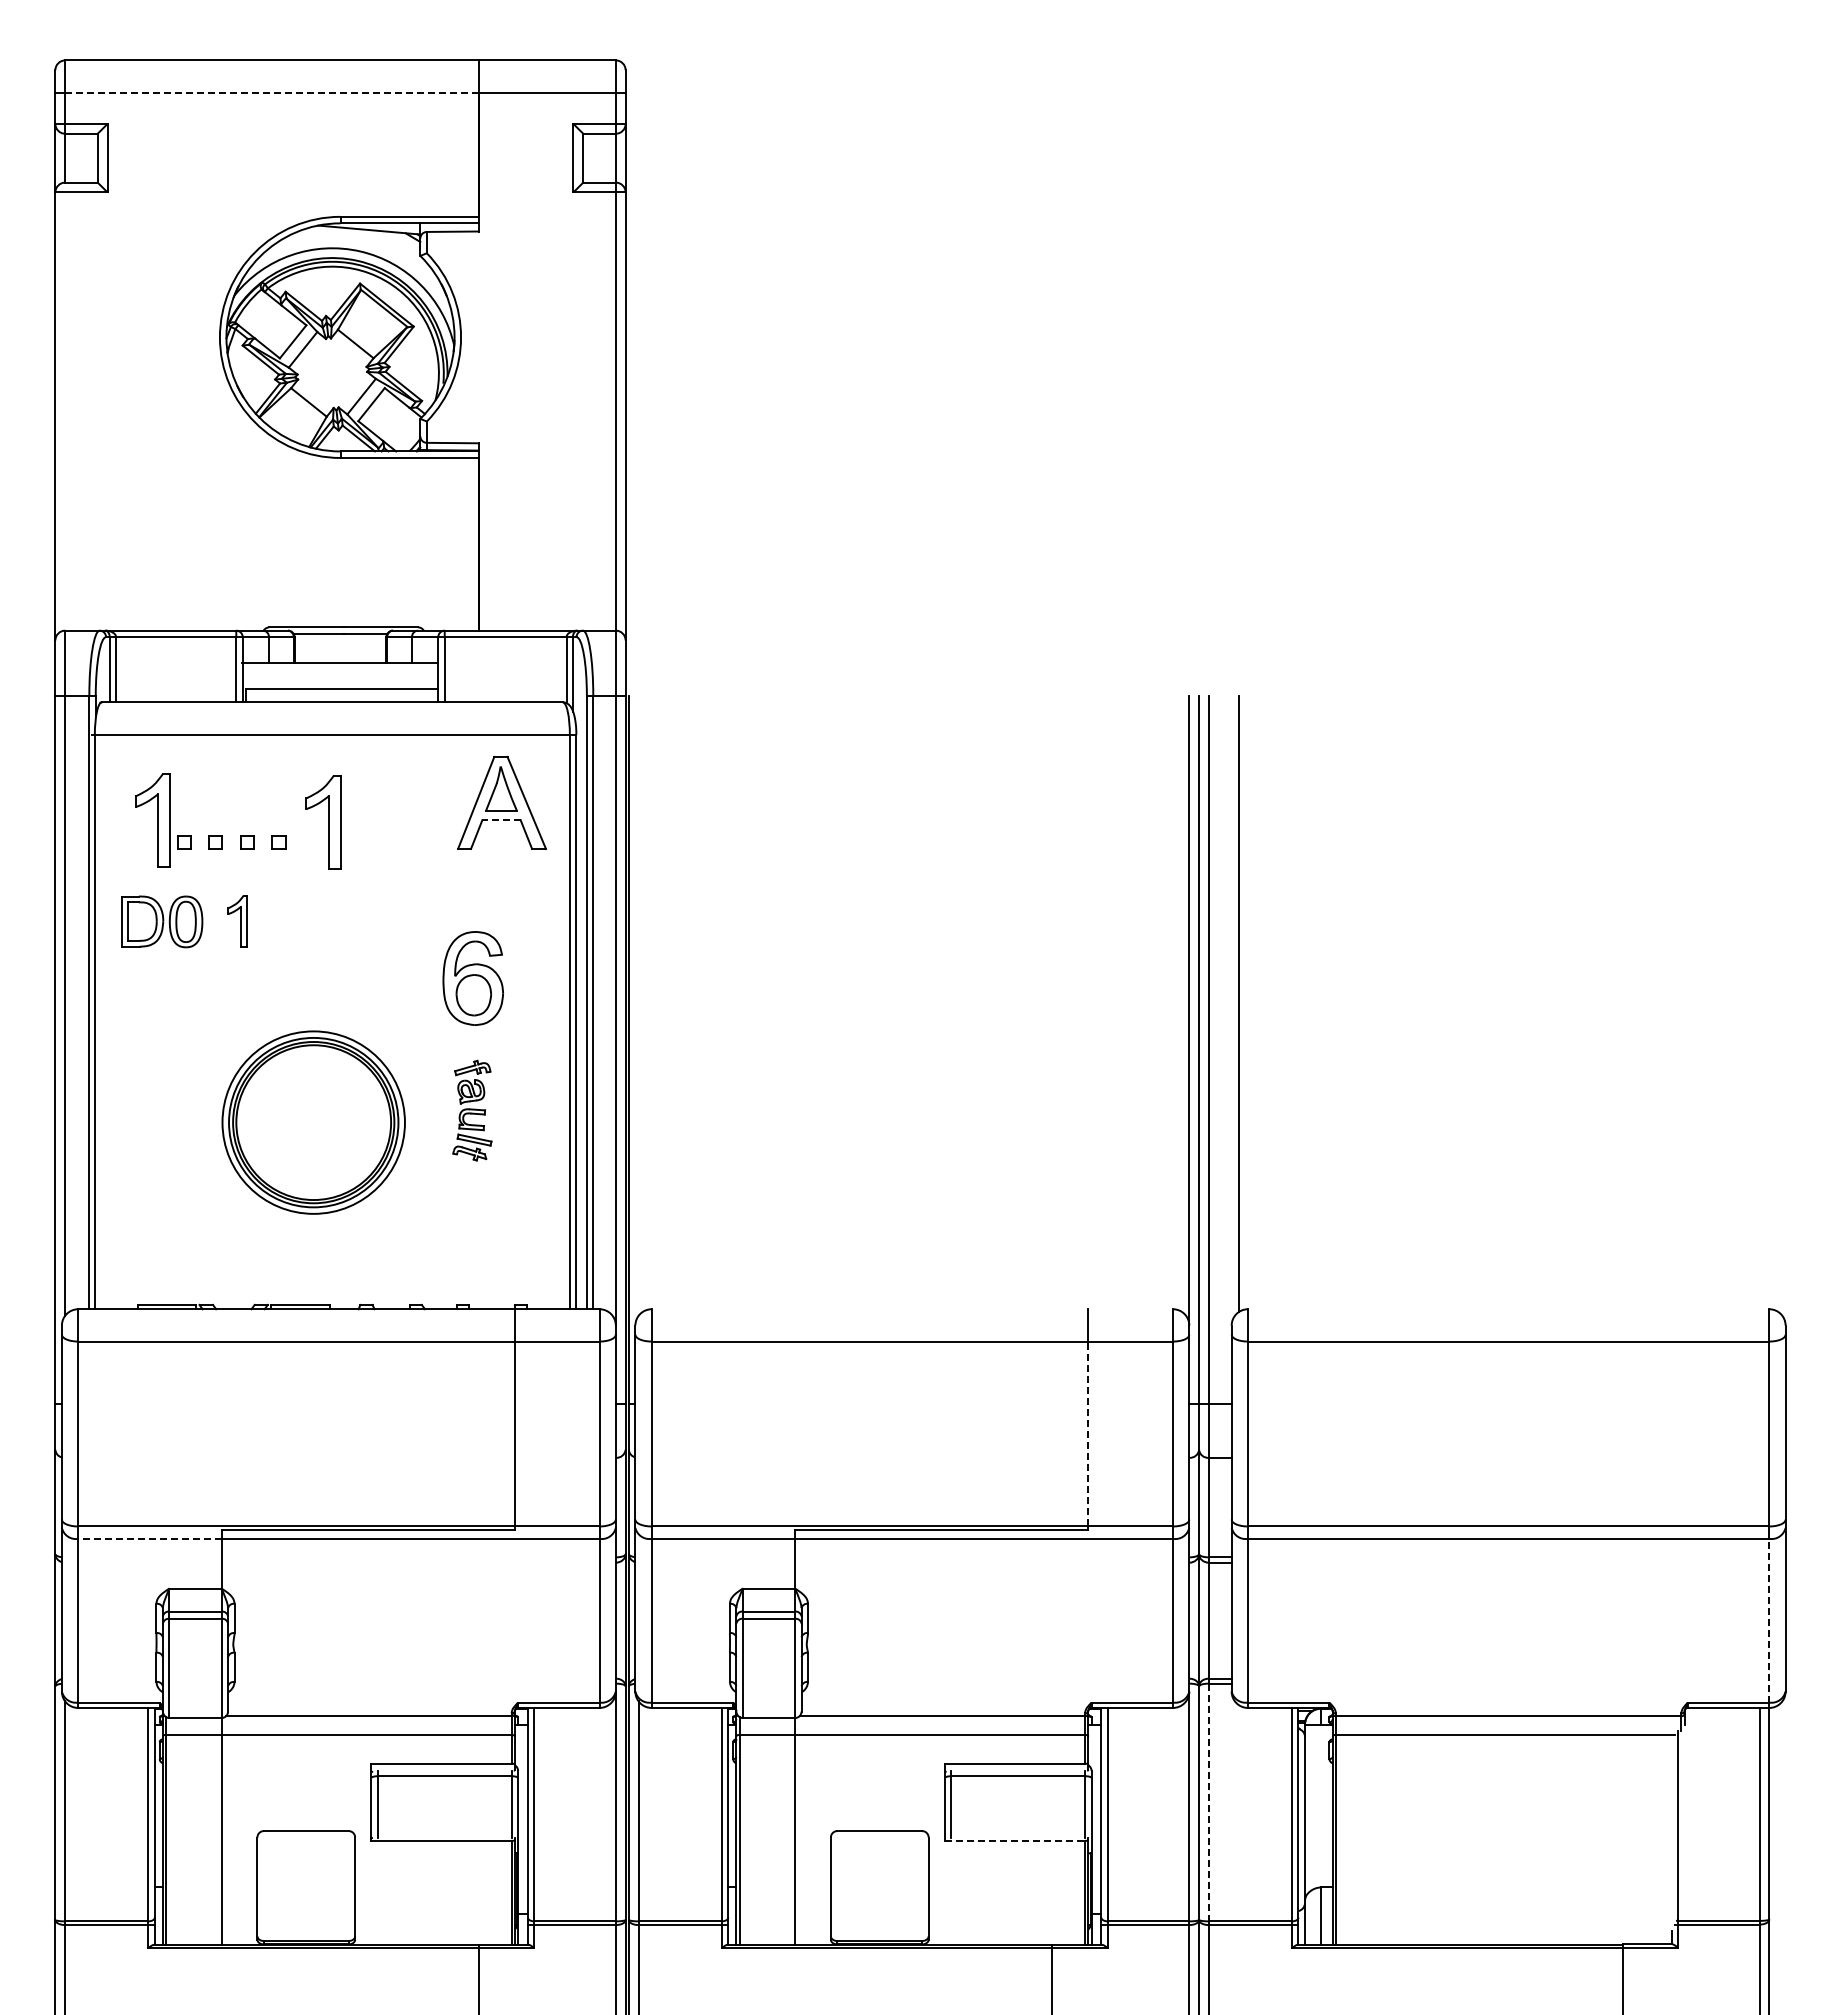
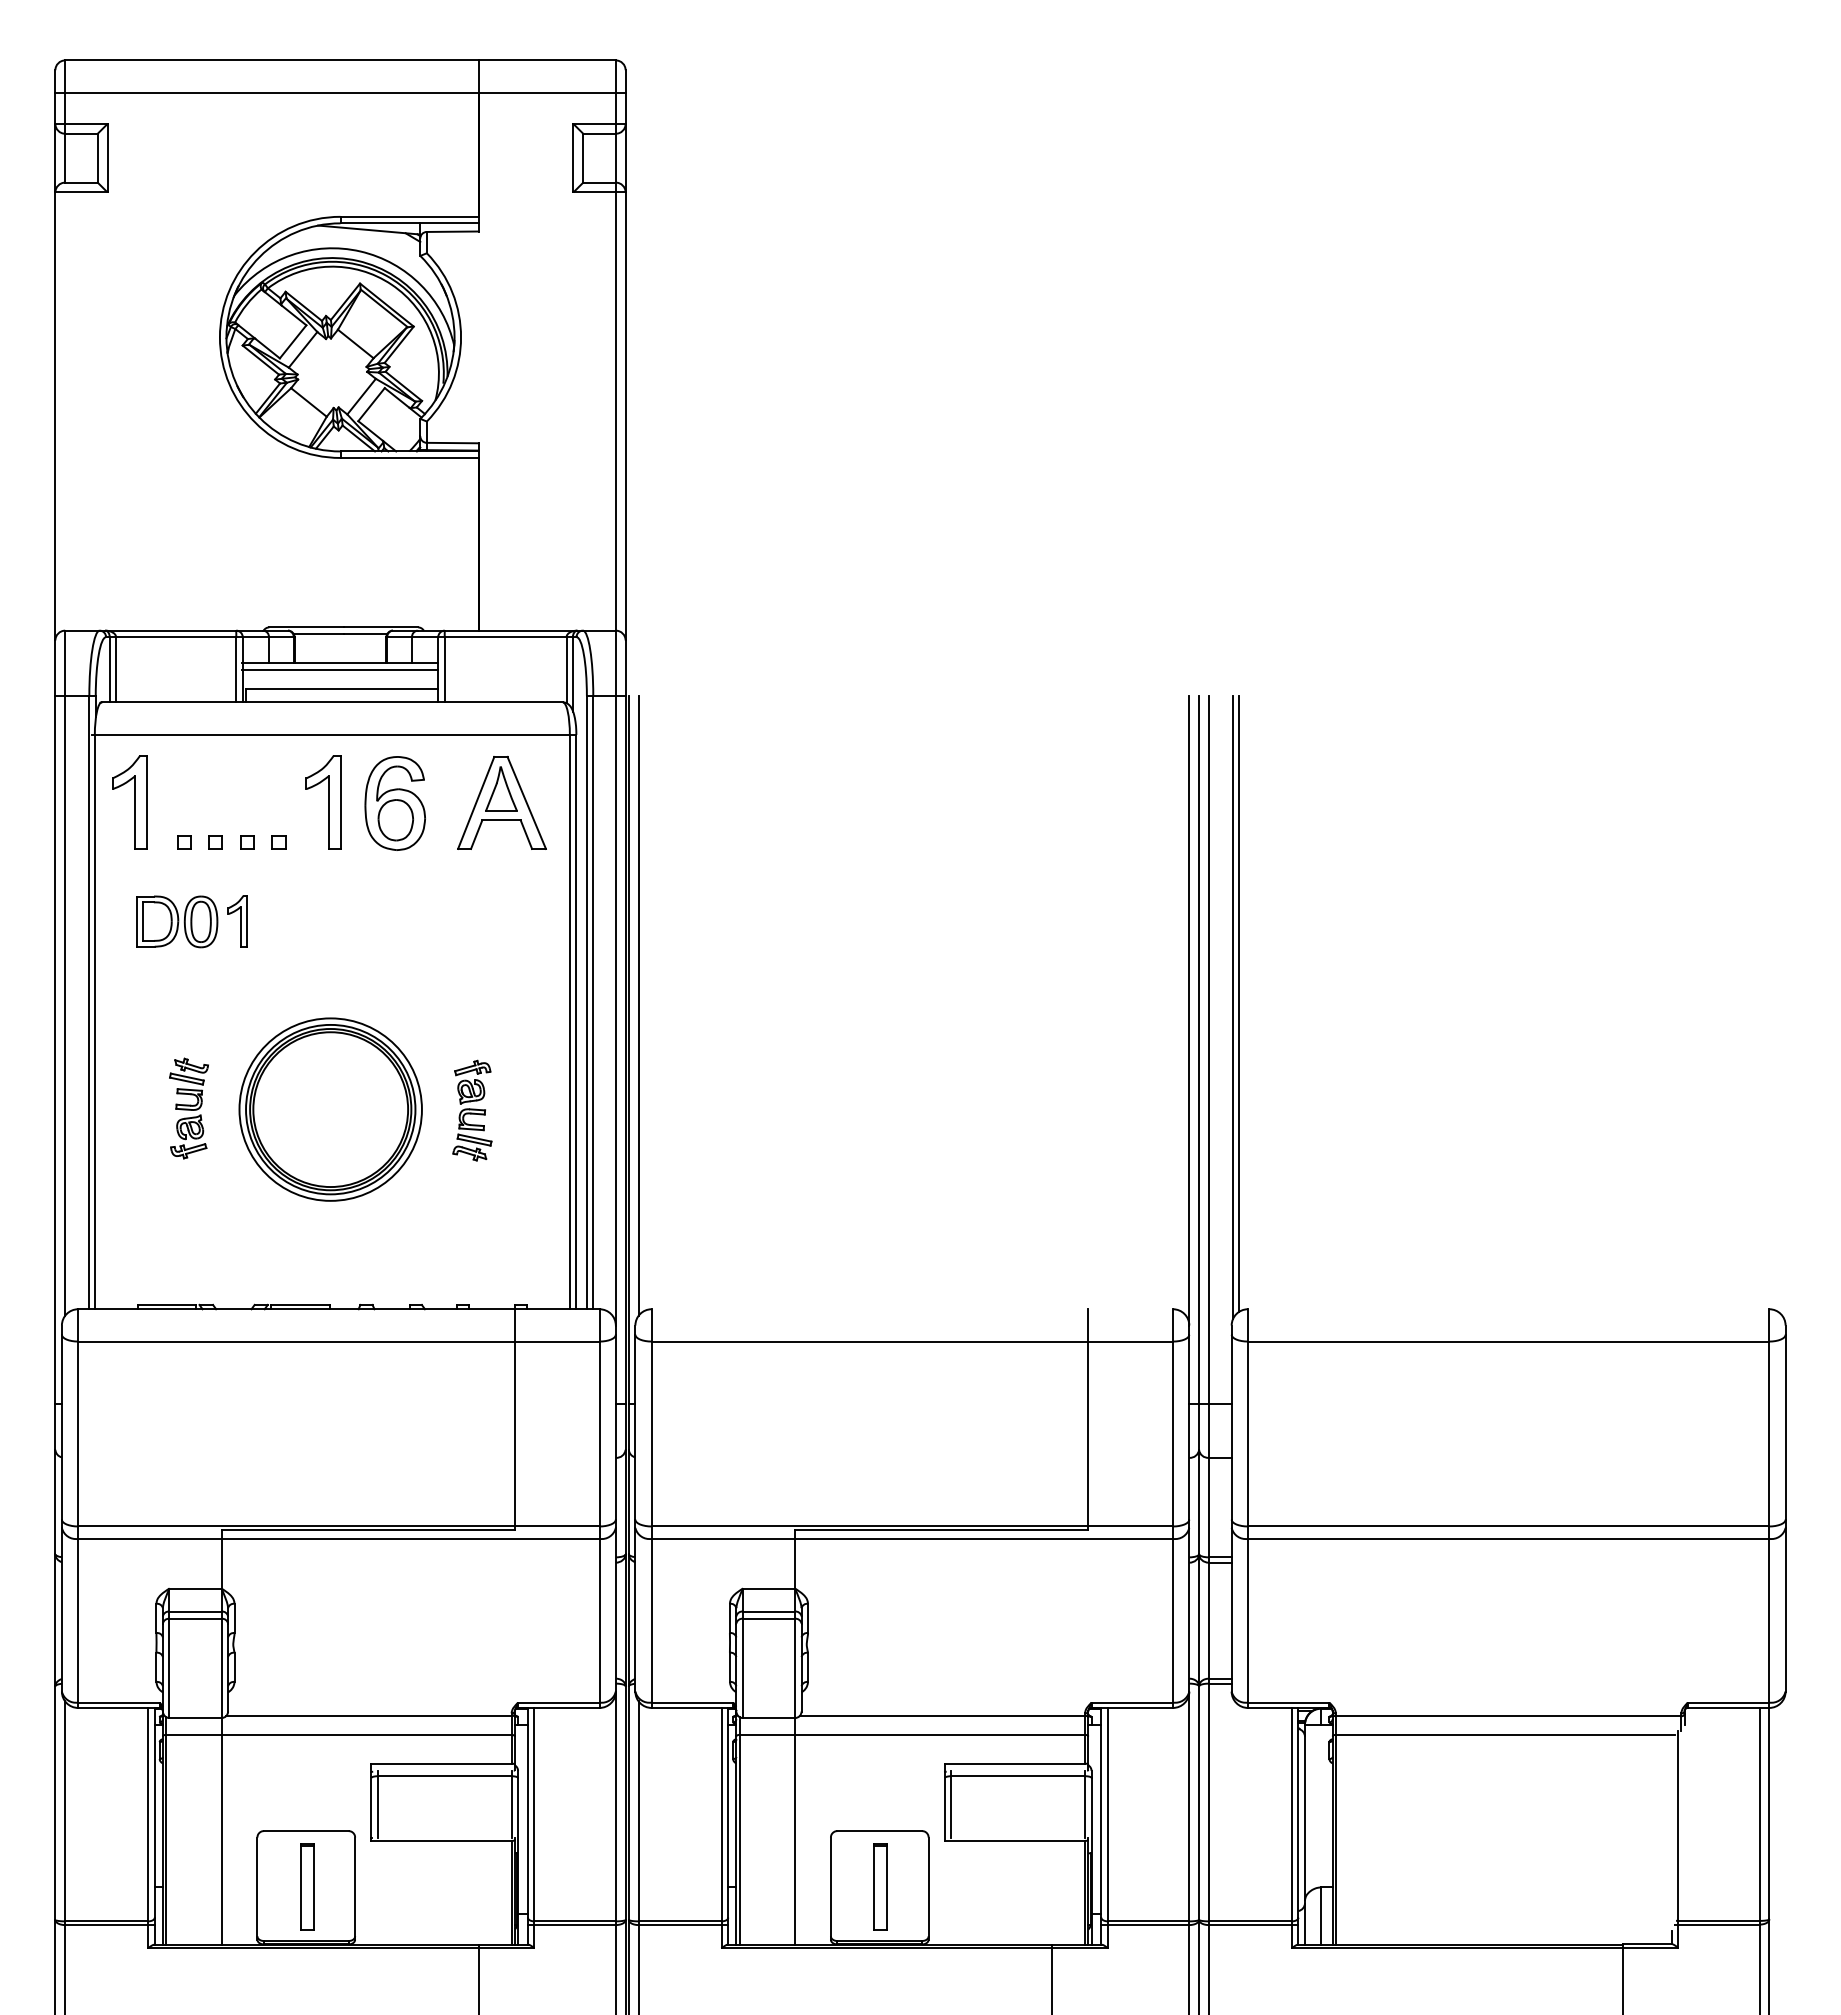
line at (272, 93): dashed -> solid
line at (339, 669): none -> present
part at (152, 820) position: (152, 820) -> (129, 802)
line at (501, 820): dashed -> solid
part at (323, 822) position: (323, 822) -> (323, 802)
part at (162, 921) position: (162, 921) -> (177, 921)
part at (472, 978) position: (472, 978) -> (394, 803)
line at (638, 1005): none -> present
line at (1233, 1006): none -> present
part at (188, 1108): none -> present
part at (313, 1122) position: (313, 1122) -> (330, 1109)
line at (1088, 1433): dashed -> solid
line at (149, 1538): dashed -> solid
line at (1769, 1620): dashed -> solid
line at (1208, 1802): dashed -> solid
line at (1015, 1840): dashed -> solid
part at (307, 1886): none -> present
part at (880, 1886): none -> present
